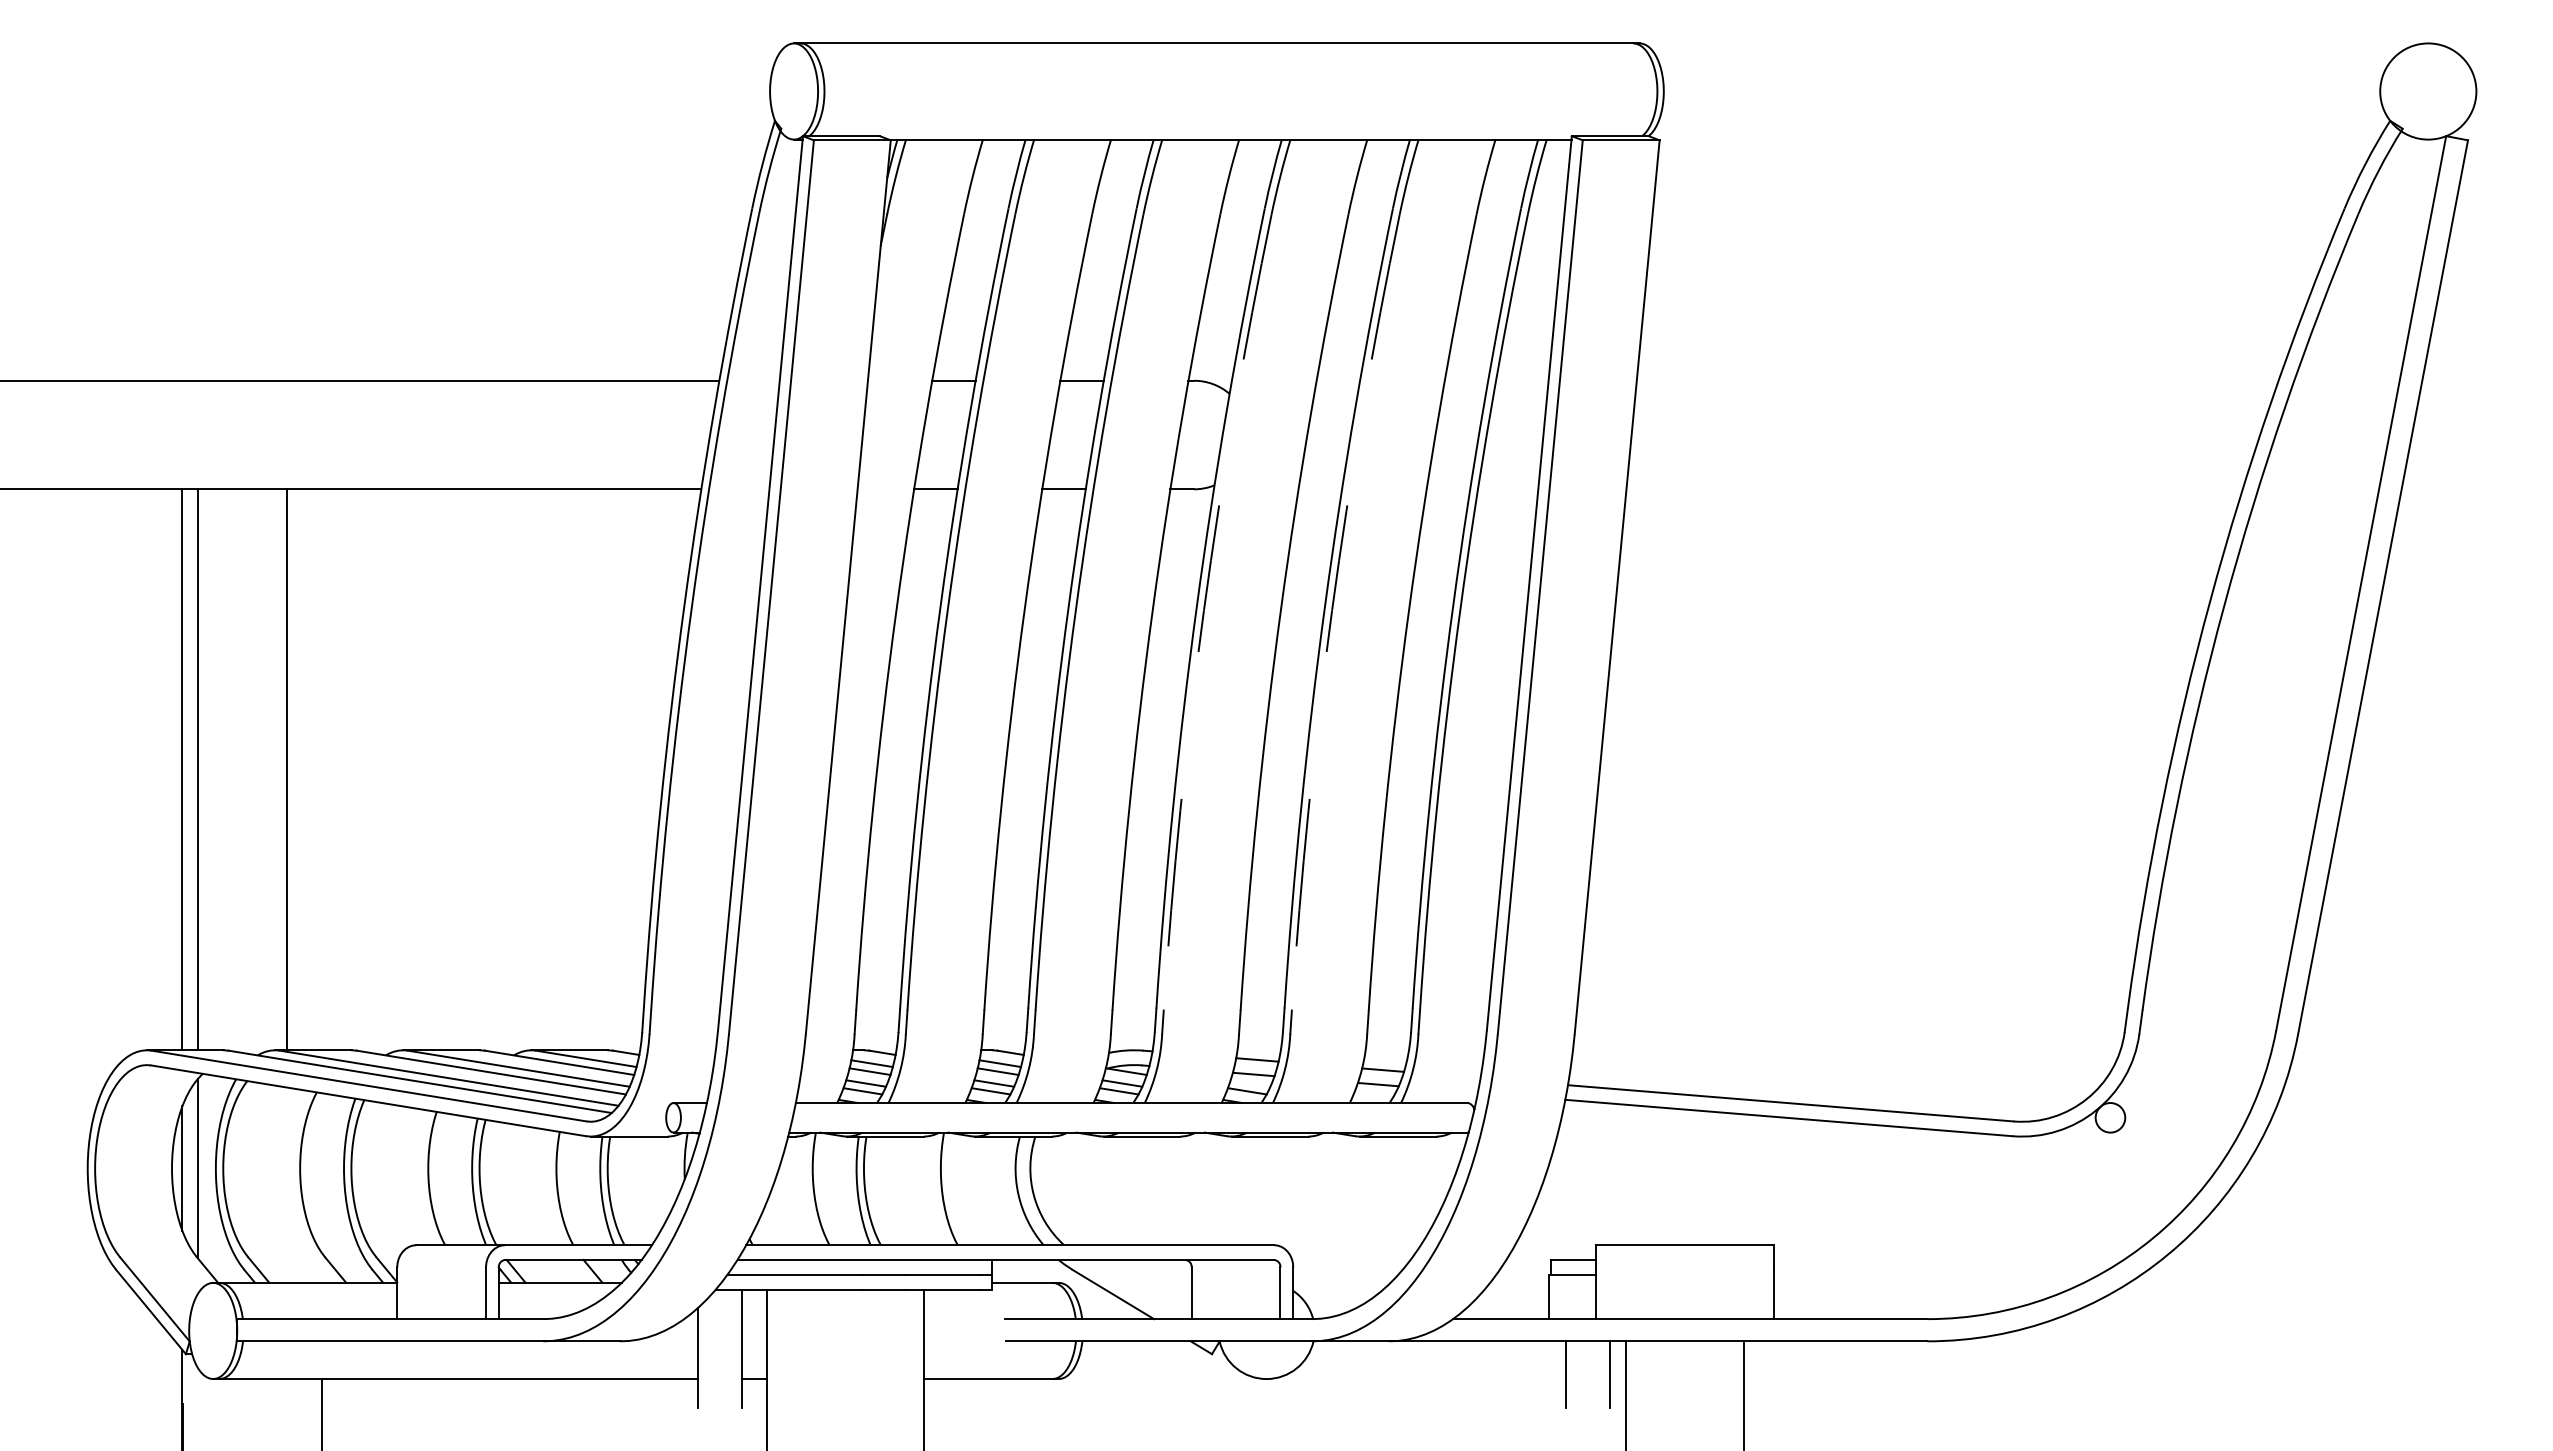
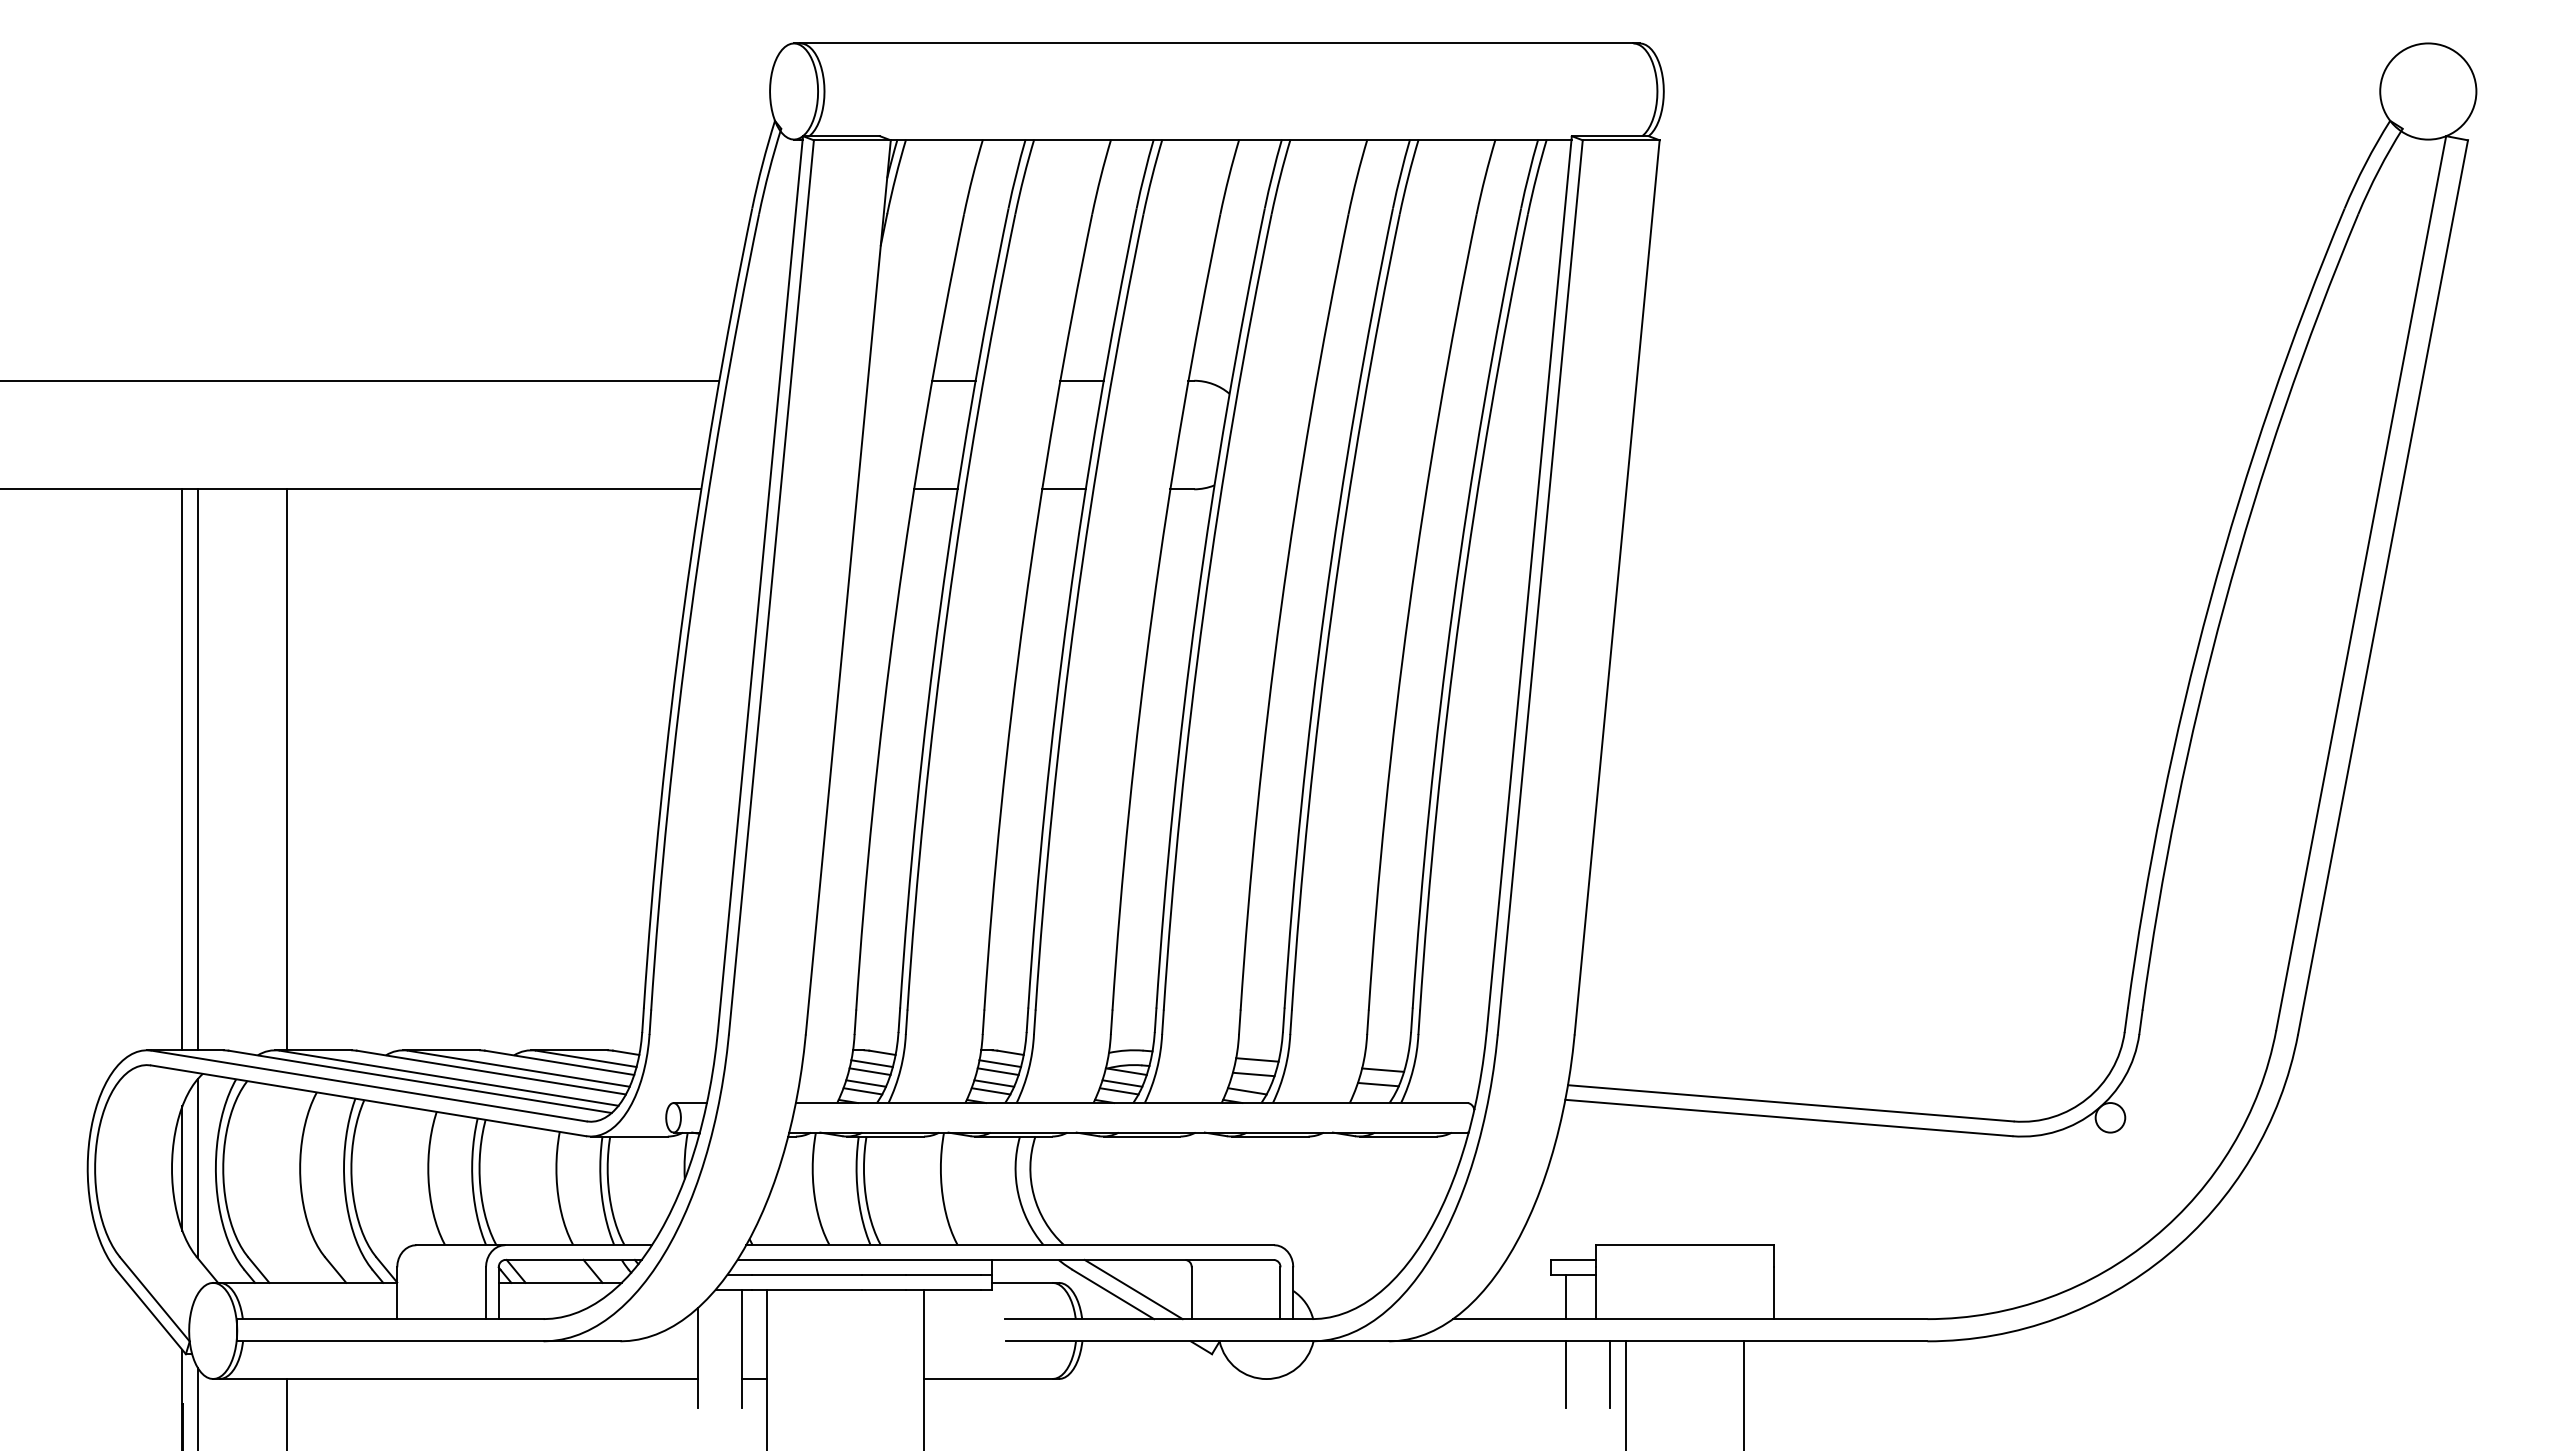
arc at (1203, 610): dashed -> solid
arc at (1332, 610): dashed -> solid
line at (1133, 1289): none -> present
line at (1548, 1296) position: (1548, 1296) -> (1565, 1296)
line at (197, 1407): none -> present
line at (321, 1413) position: (321, 1413) -> (286, 1413)
